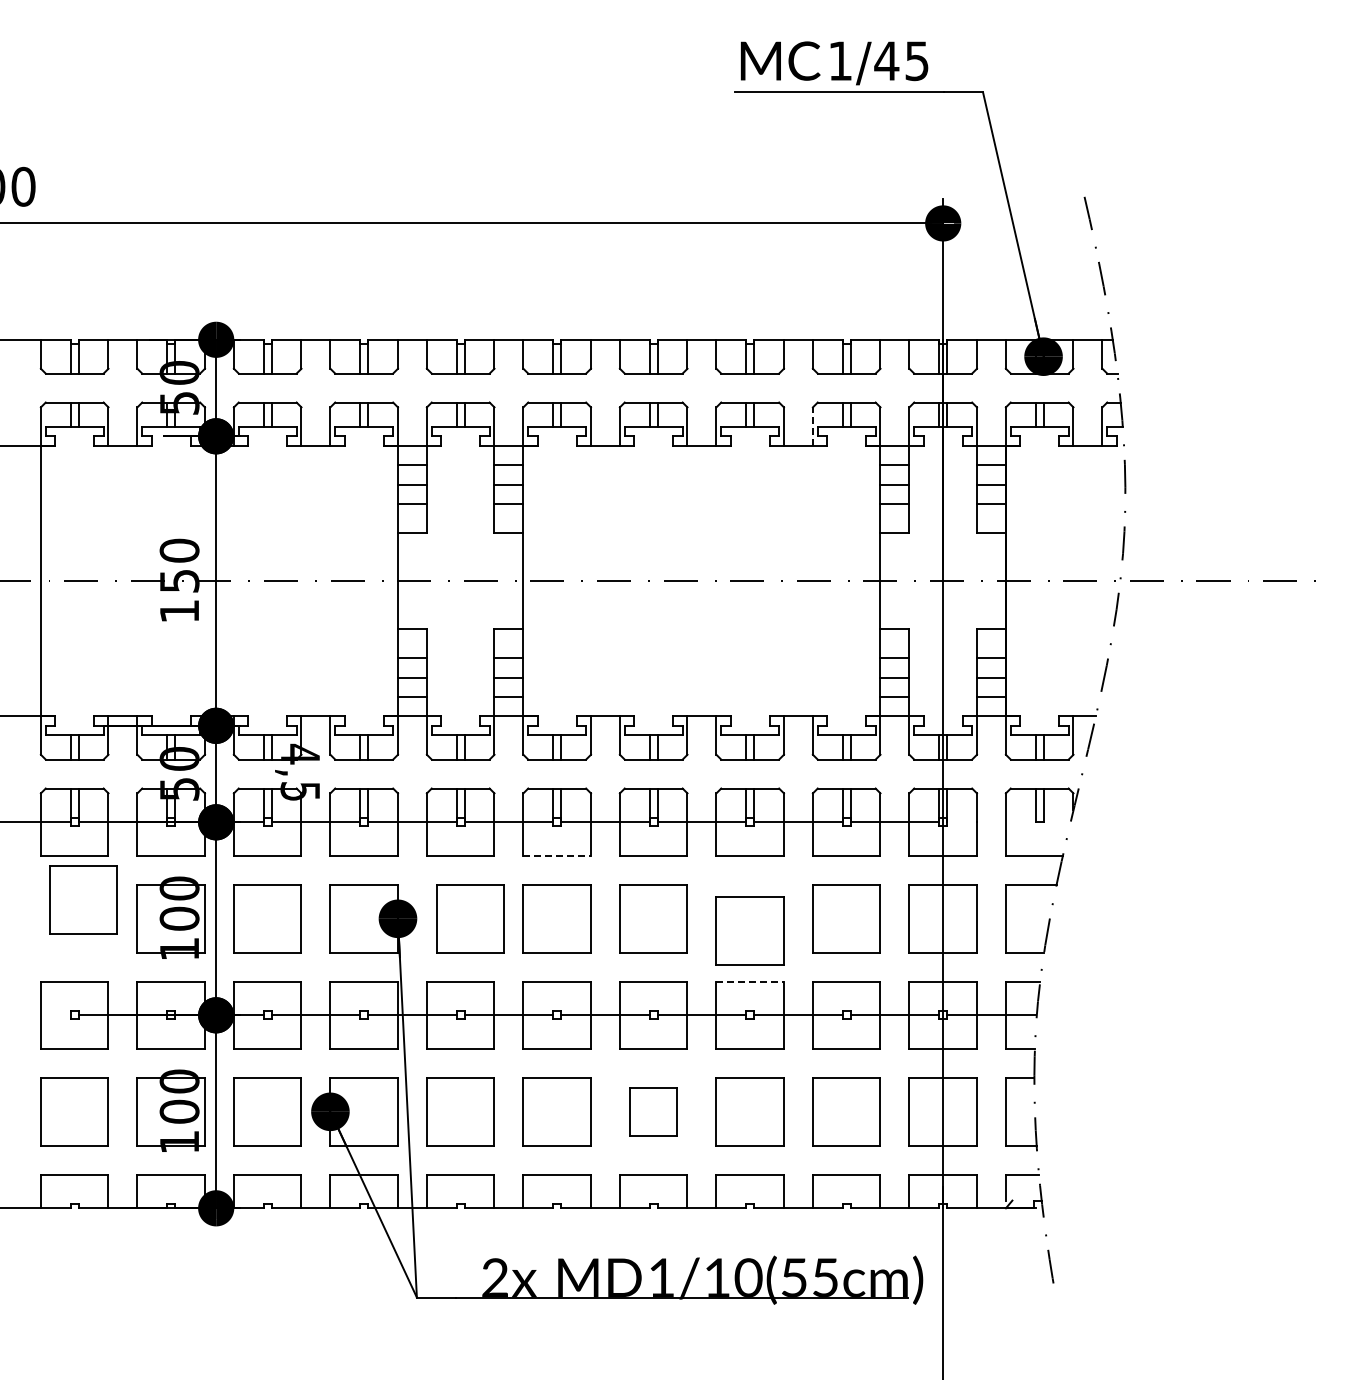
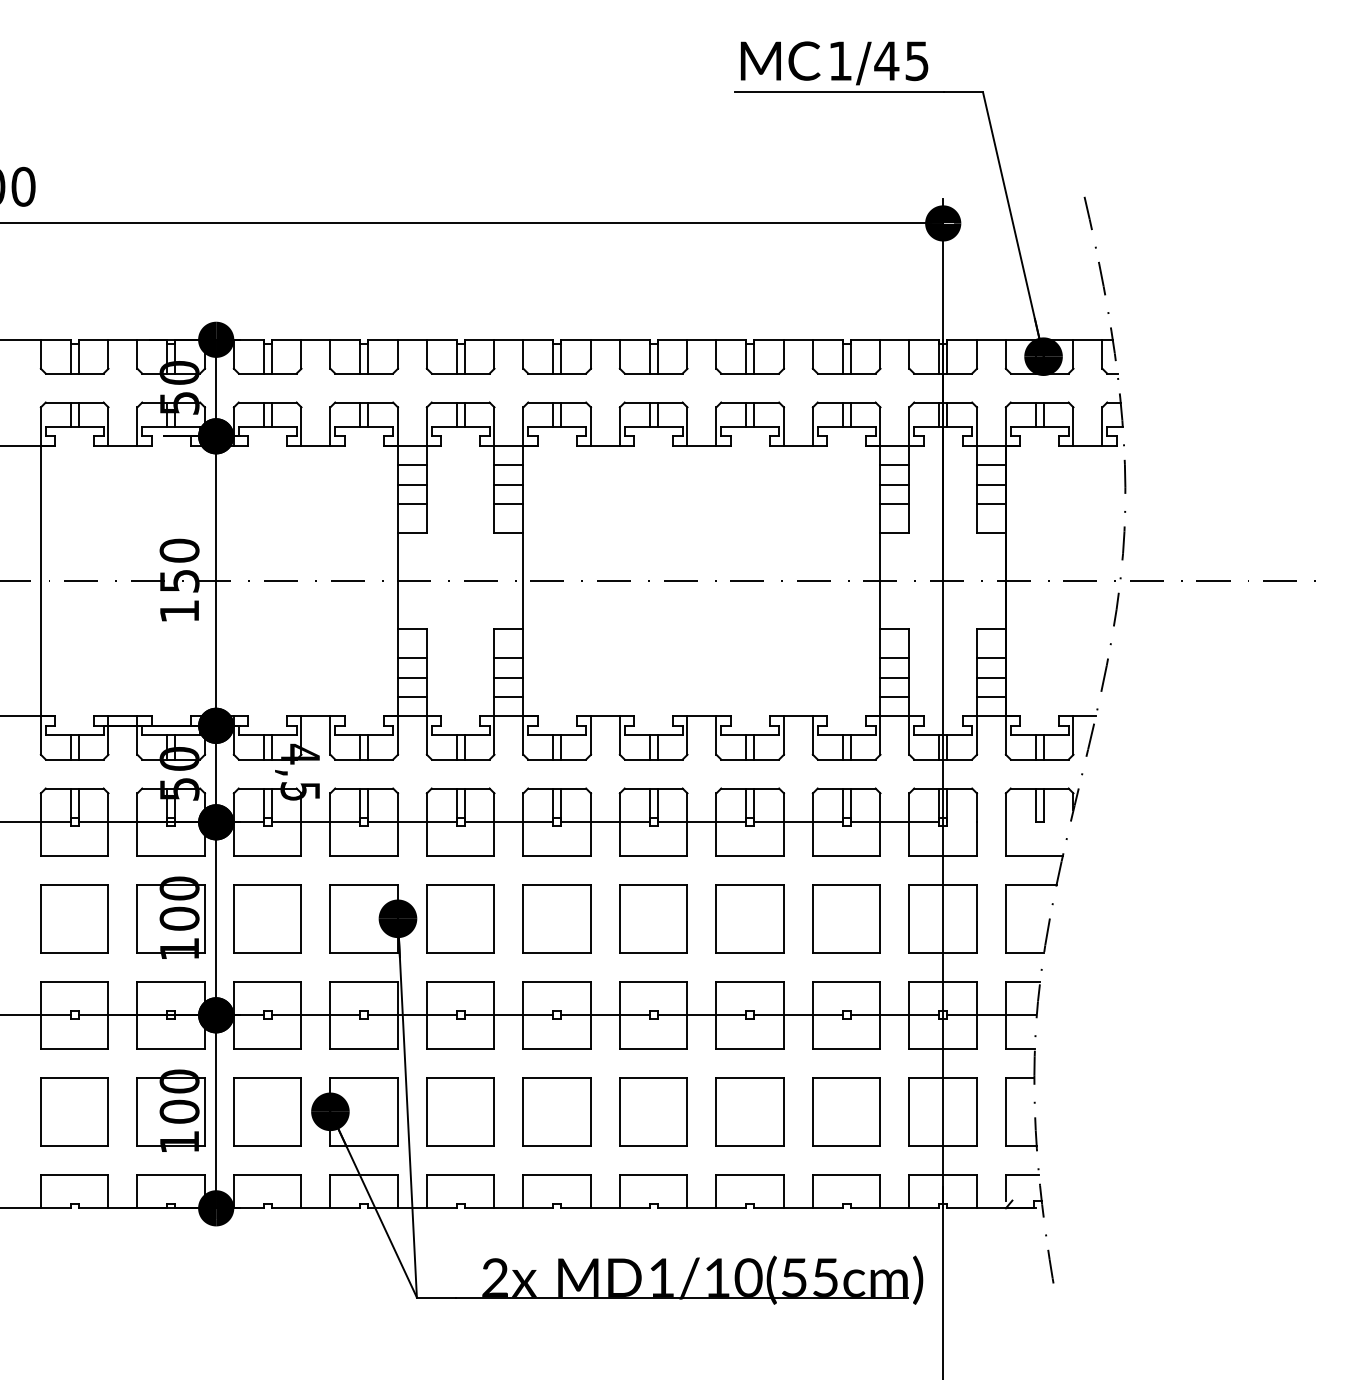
line at (812, 426): dashed -> solid
line at (557, 856): dashed -> solid
part at (83, 899) position: (83, 899) -> (74, 918)
part at (470, 918) position: (470, 918) -> (460, 918)
part at (749, 930) position: (749, 930) -> (749, 918)
line at (750, 981): dashed -> solid
line at (36, 1015): none -> present
part at (653, 1111) size: 49x50 px -> 69x70 px
